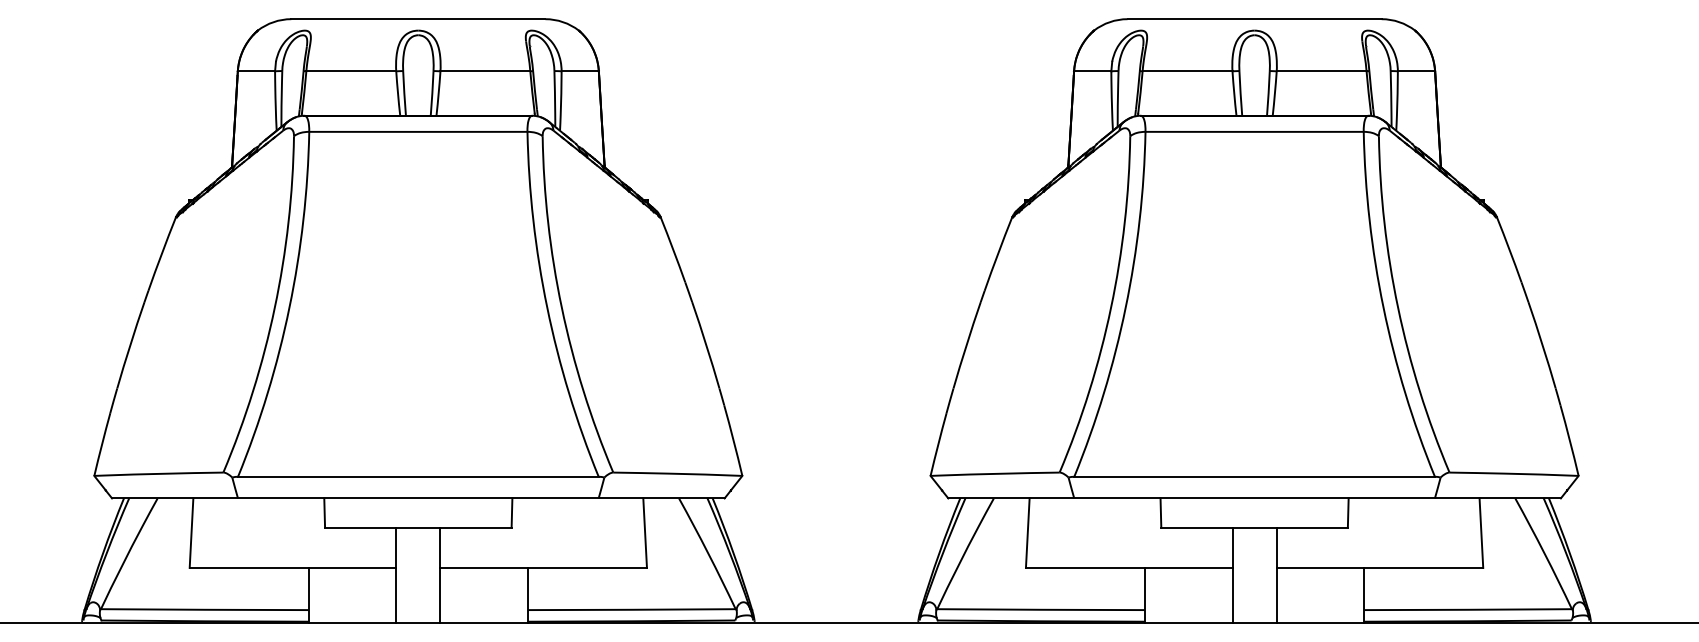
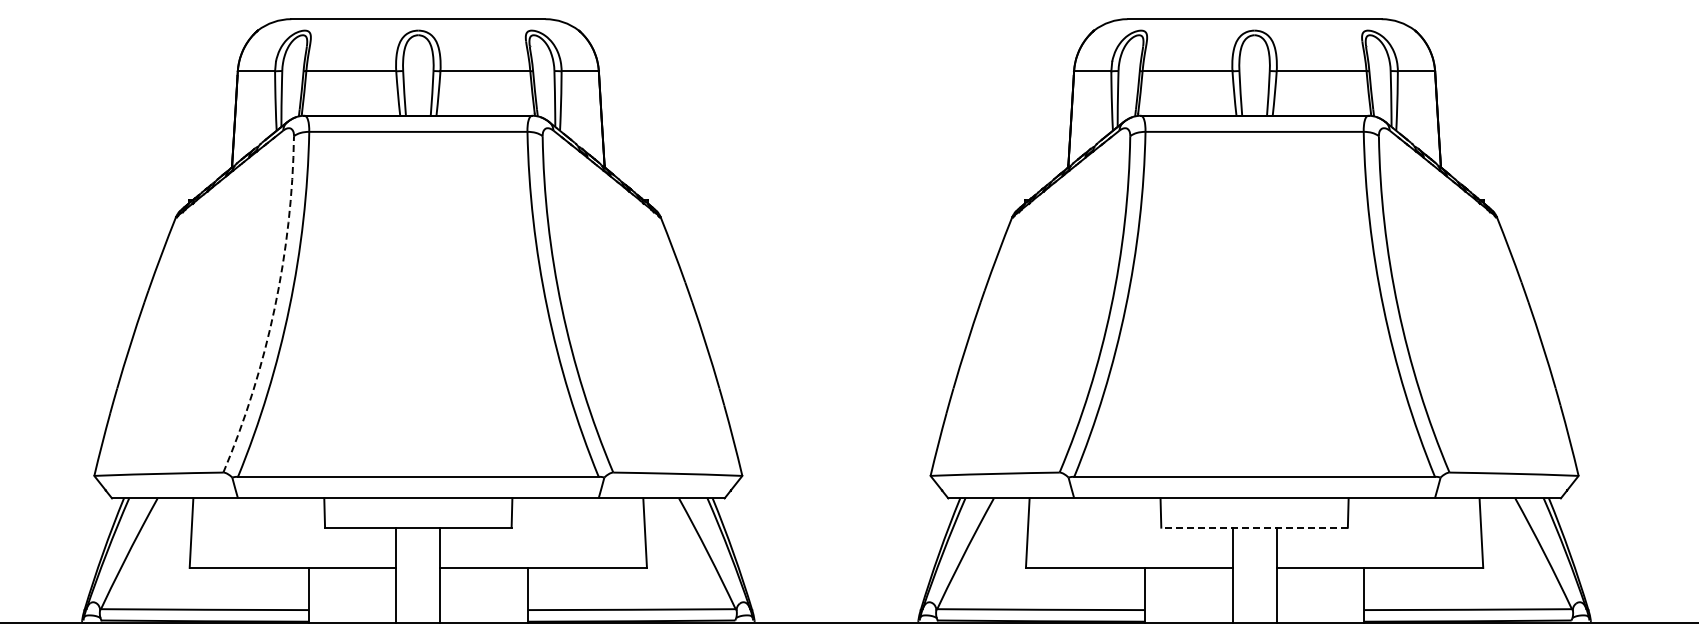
arc at (274, 307): solid -> dashed
line at (1254, 527): solid -> dashed
